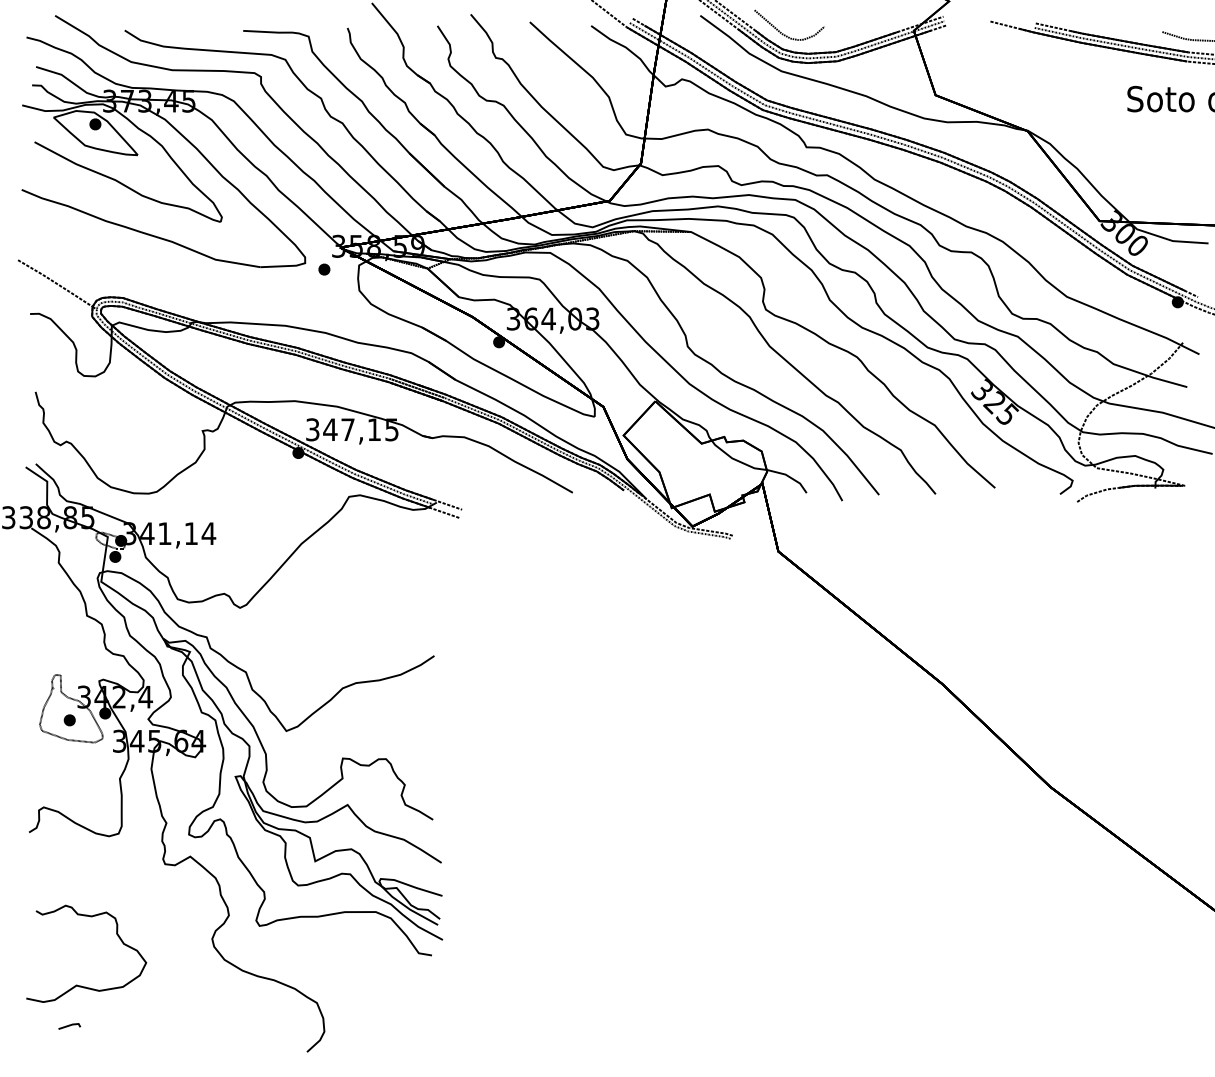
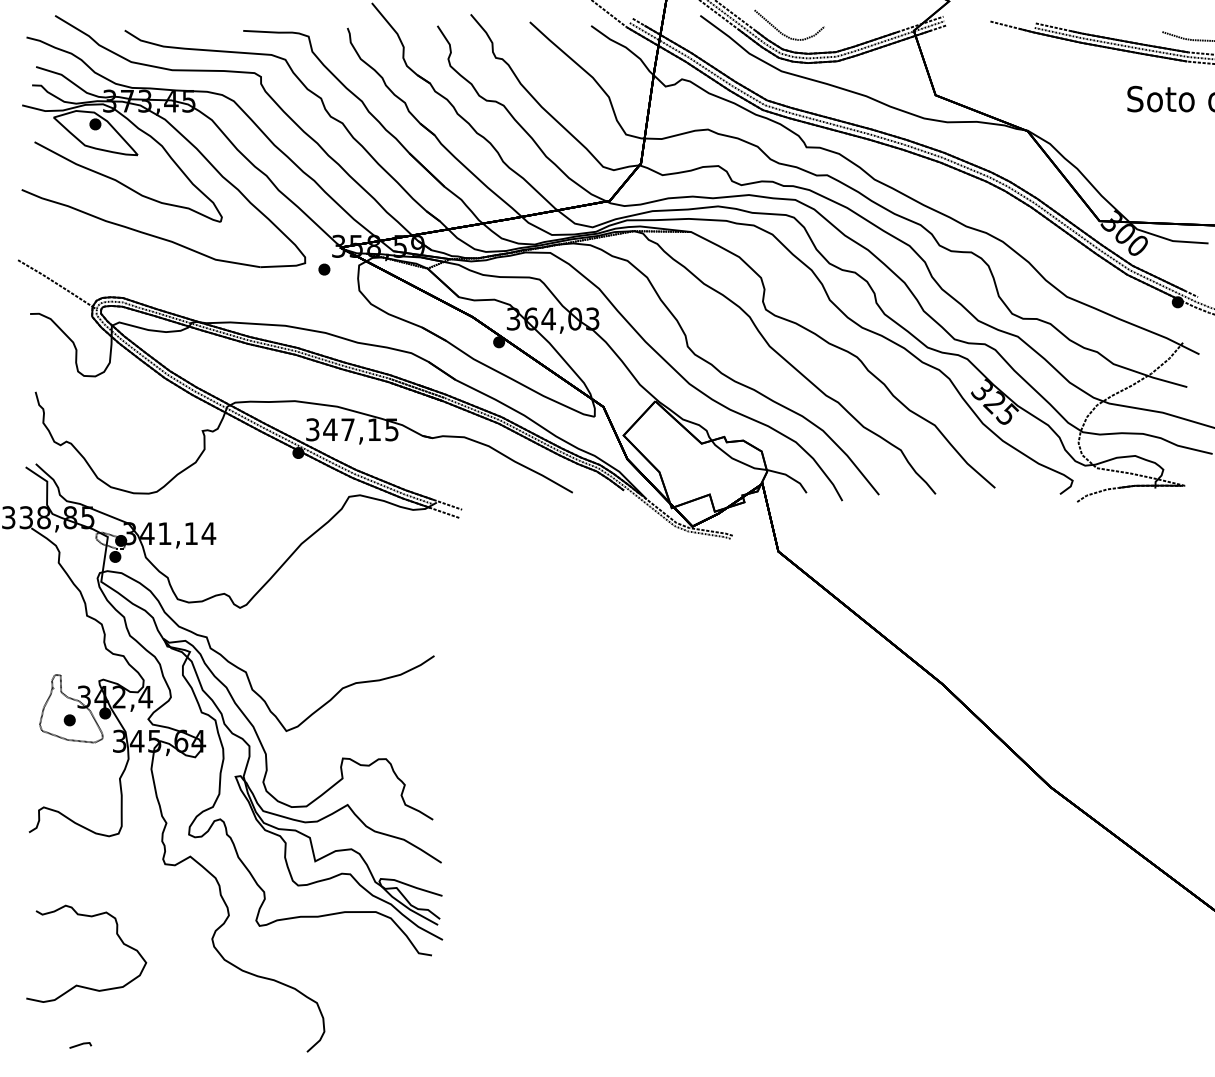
line at (69, 1026) position: (69, 1026) -> (80, 1045)
